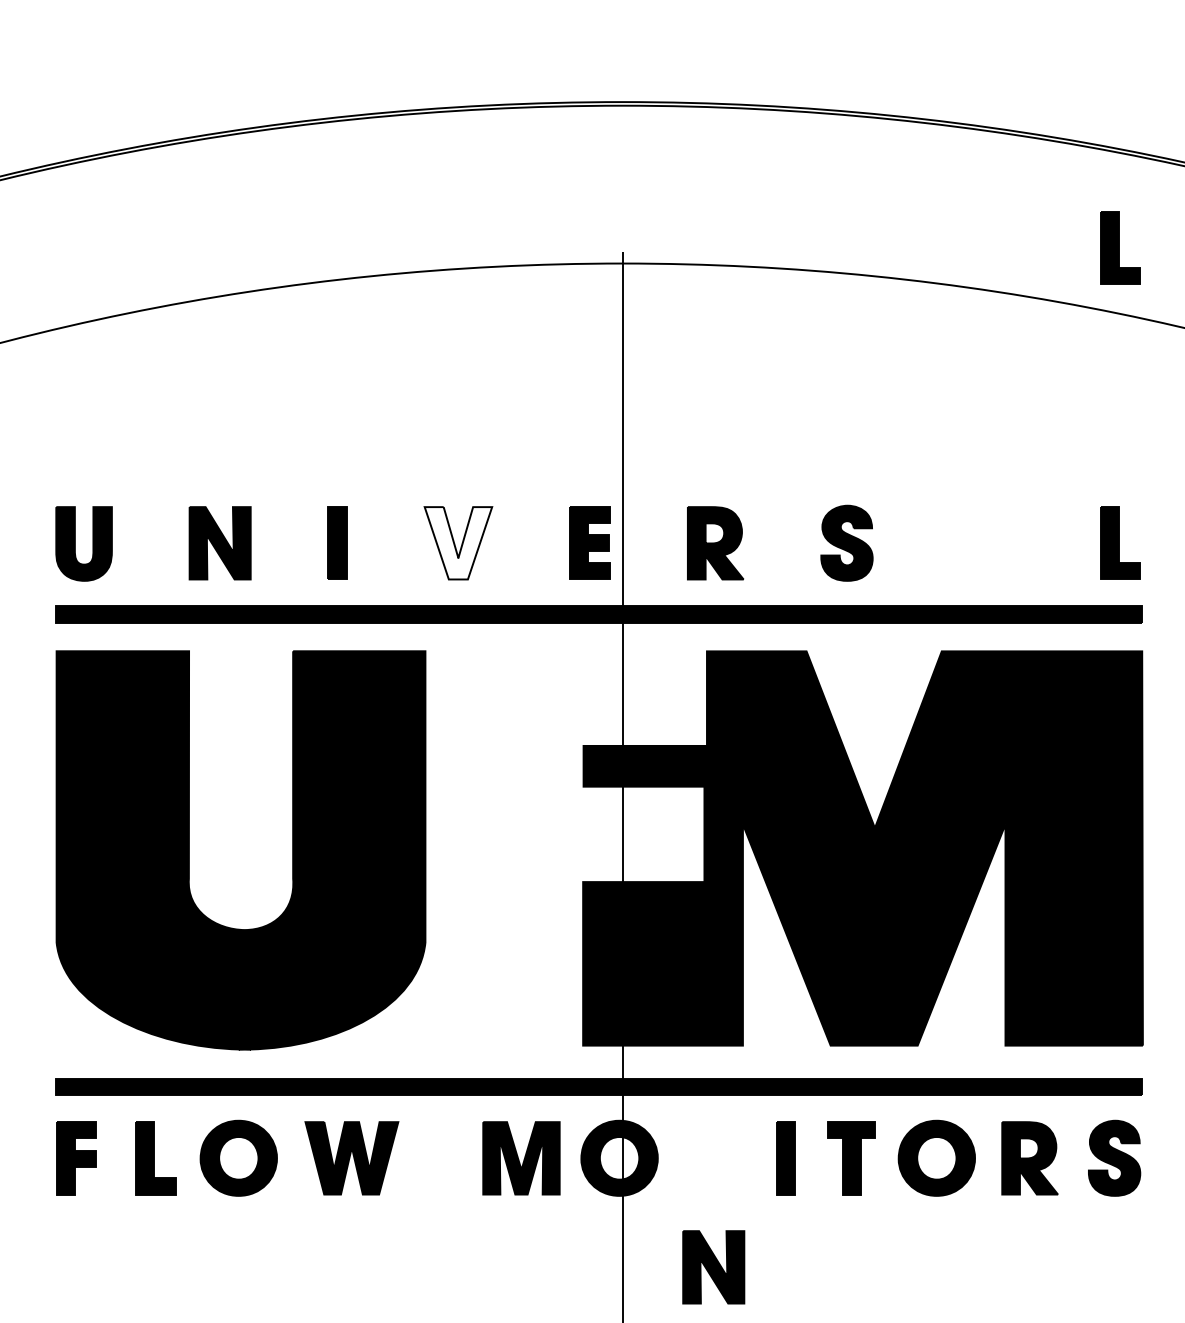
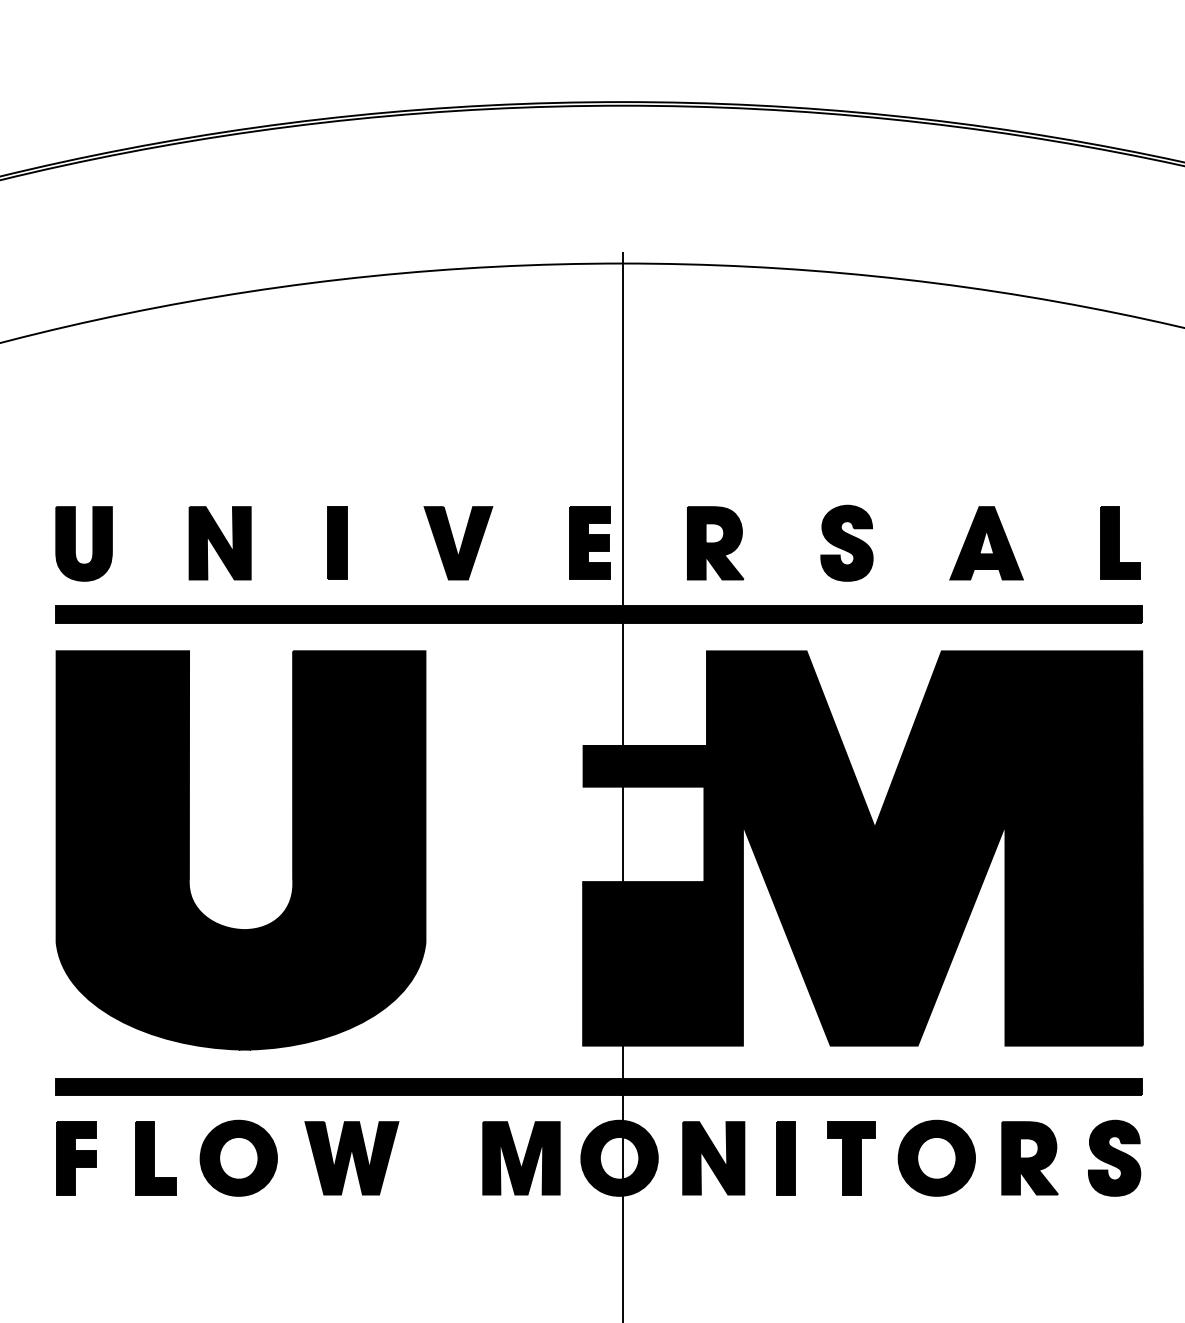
part at (1120, 247): present -> none
fill at (458, 543): none -> present
part at (986, 543): none -> present
part at (713, 1267) position: (713, 1267) -> (713, 1158)
